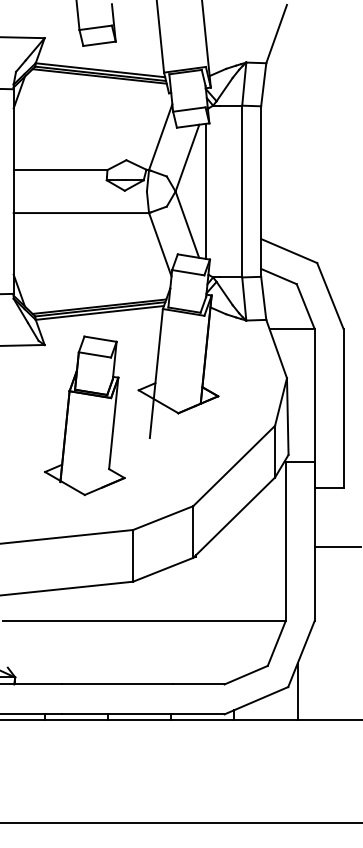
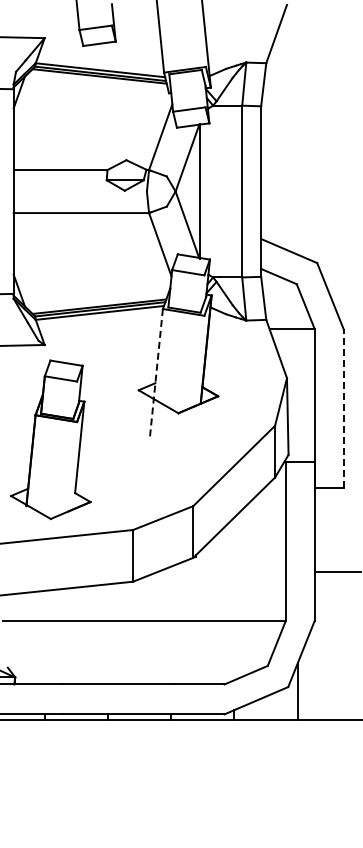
line at (206, 191) position: (206, 191) -> (200, 191)
line at (156, 373): solid -> dashed
line at (343, 408): solid -> dashed
part at (84, 415) position: (84, 415) -> (50, 439)
line at (336, 547) position: (336, 547) -> (336, 572)
line at (180, 822): present -> none
